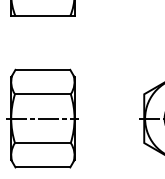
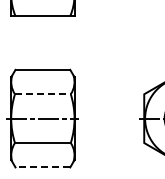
line at (42, 94): solid -> dashed
line at (42, 167): solid -> dashed
